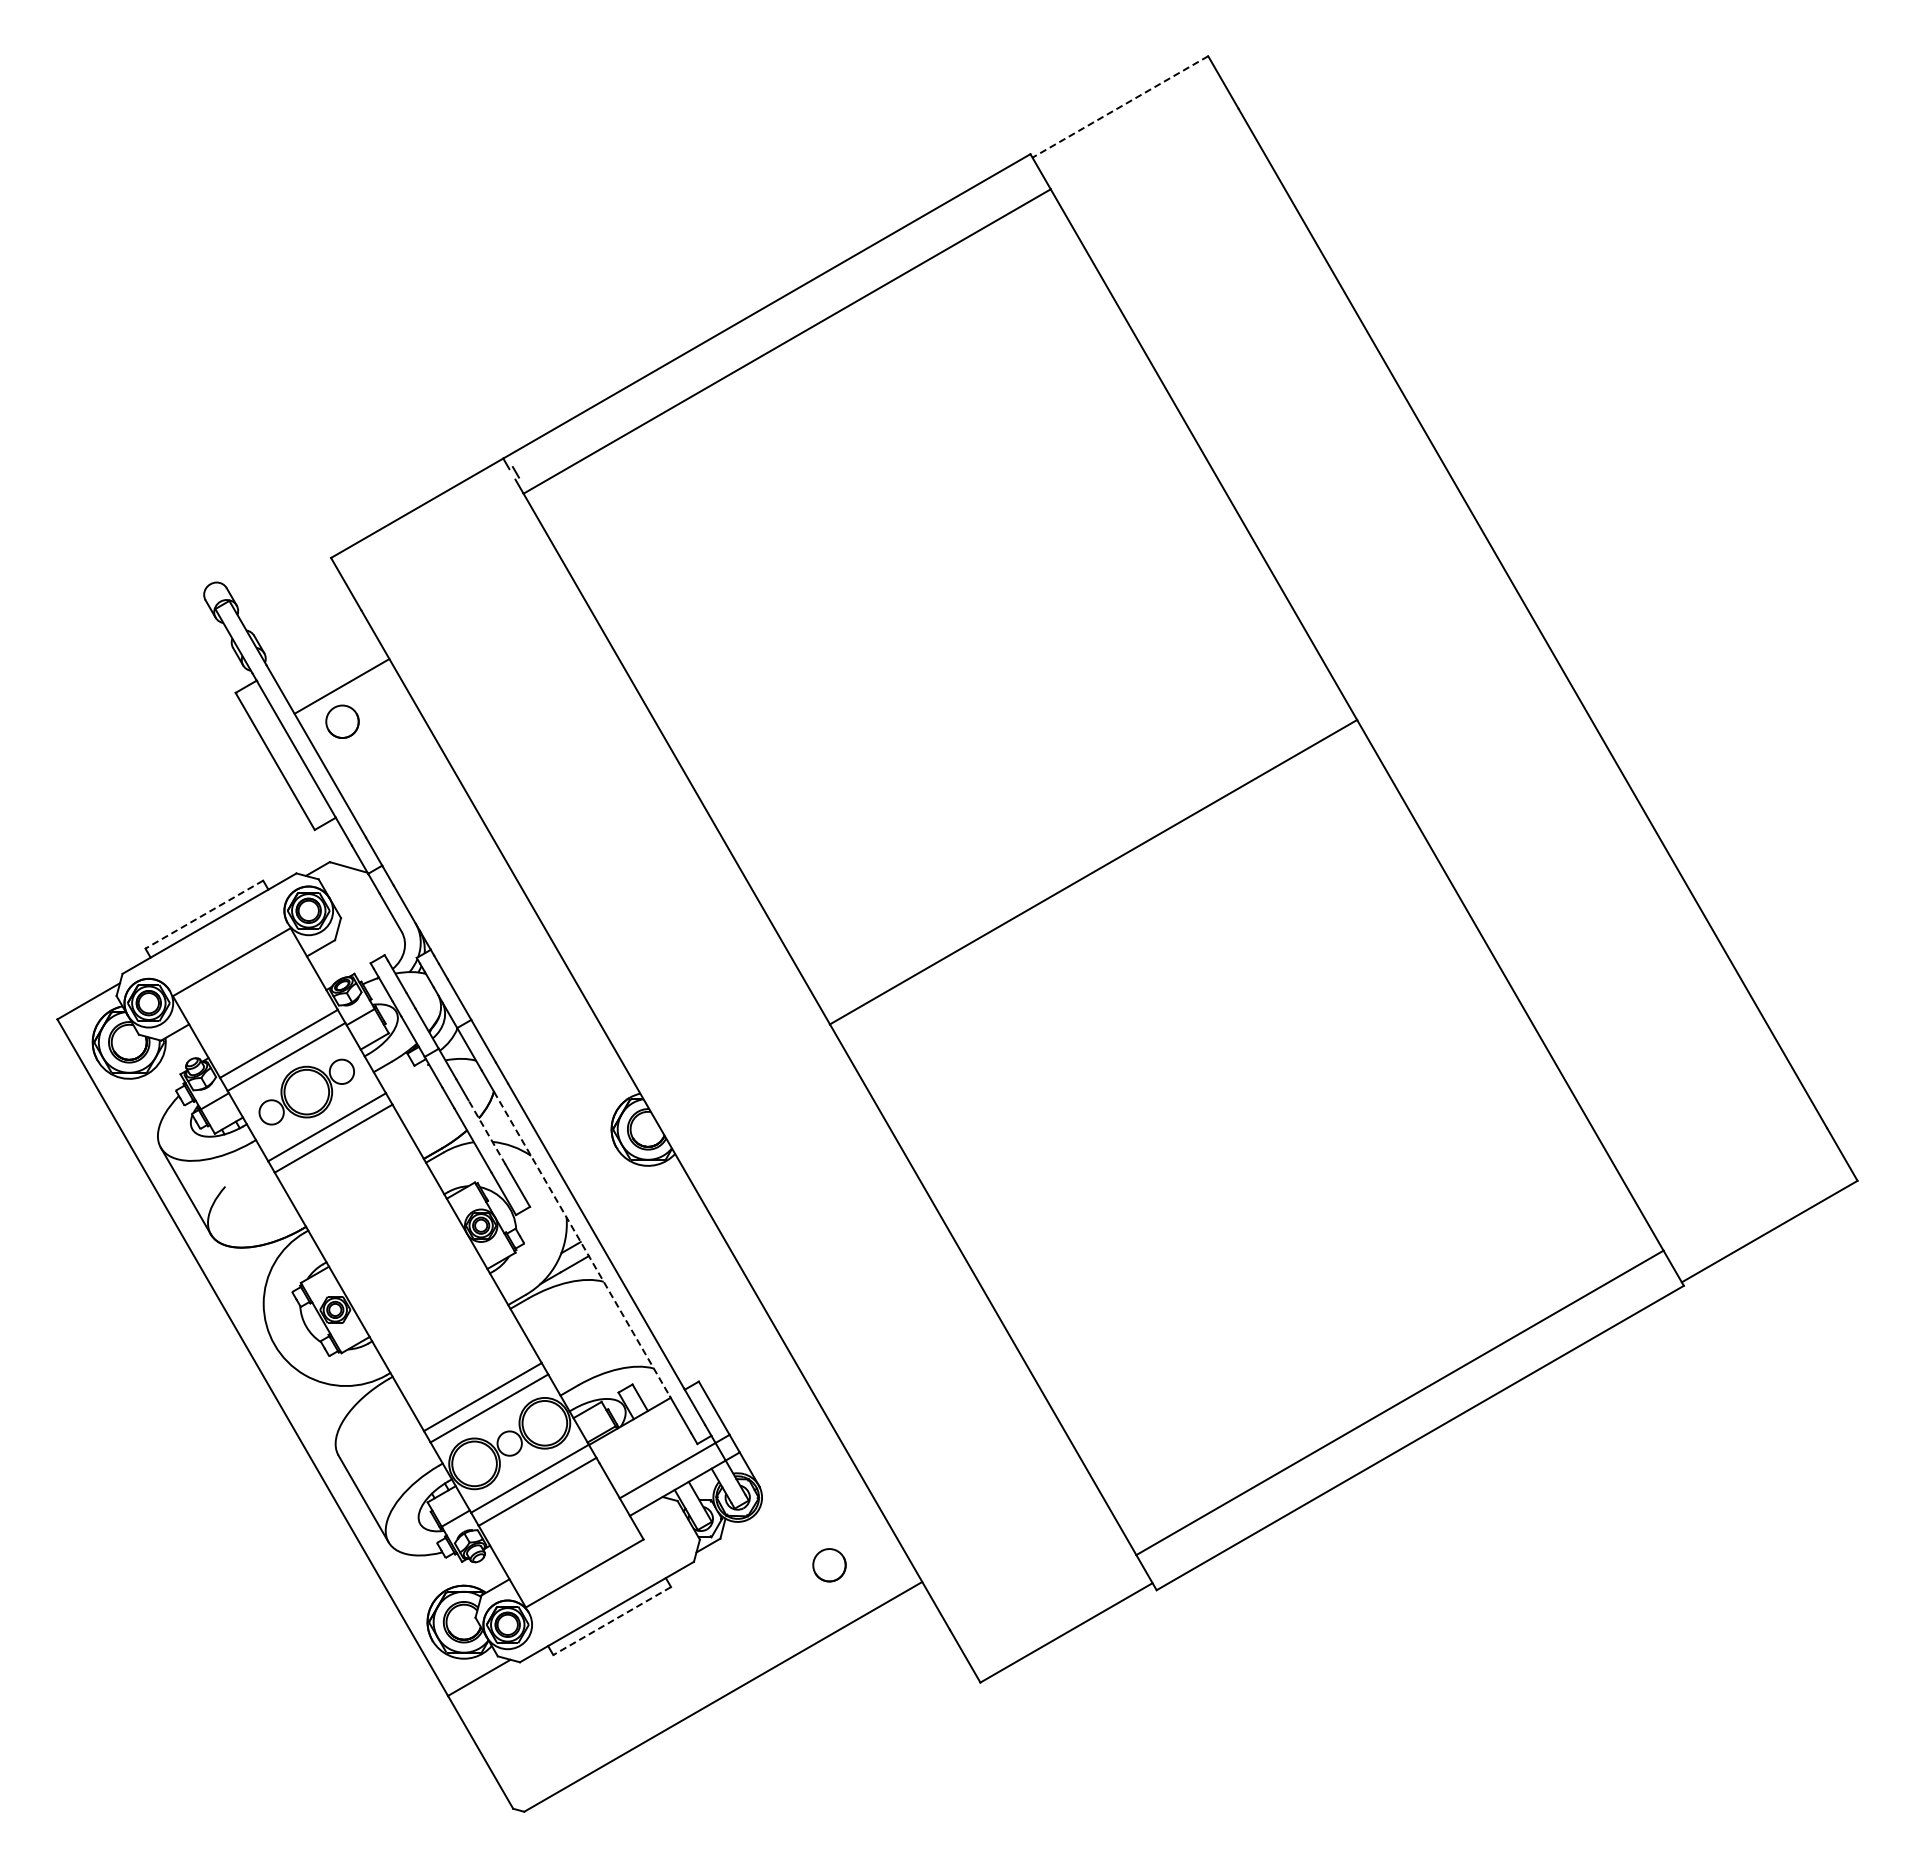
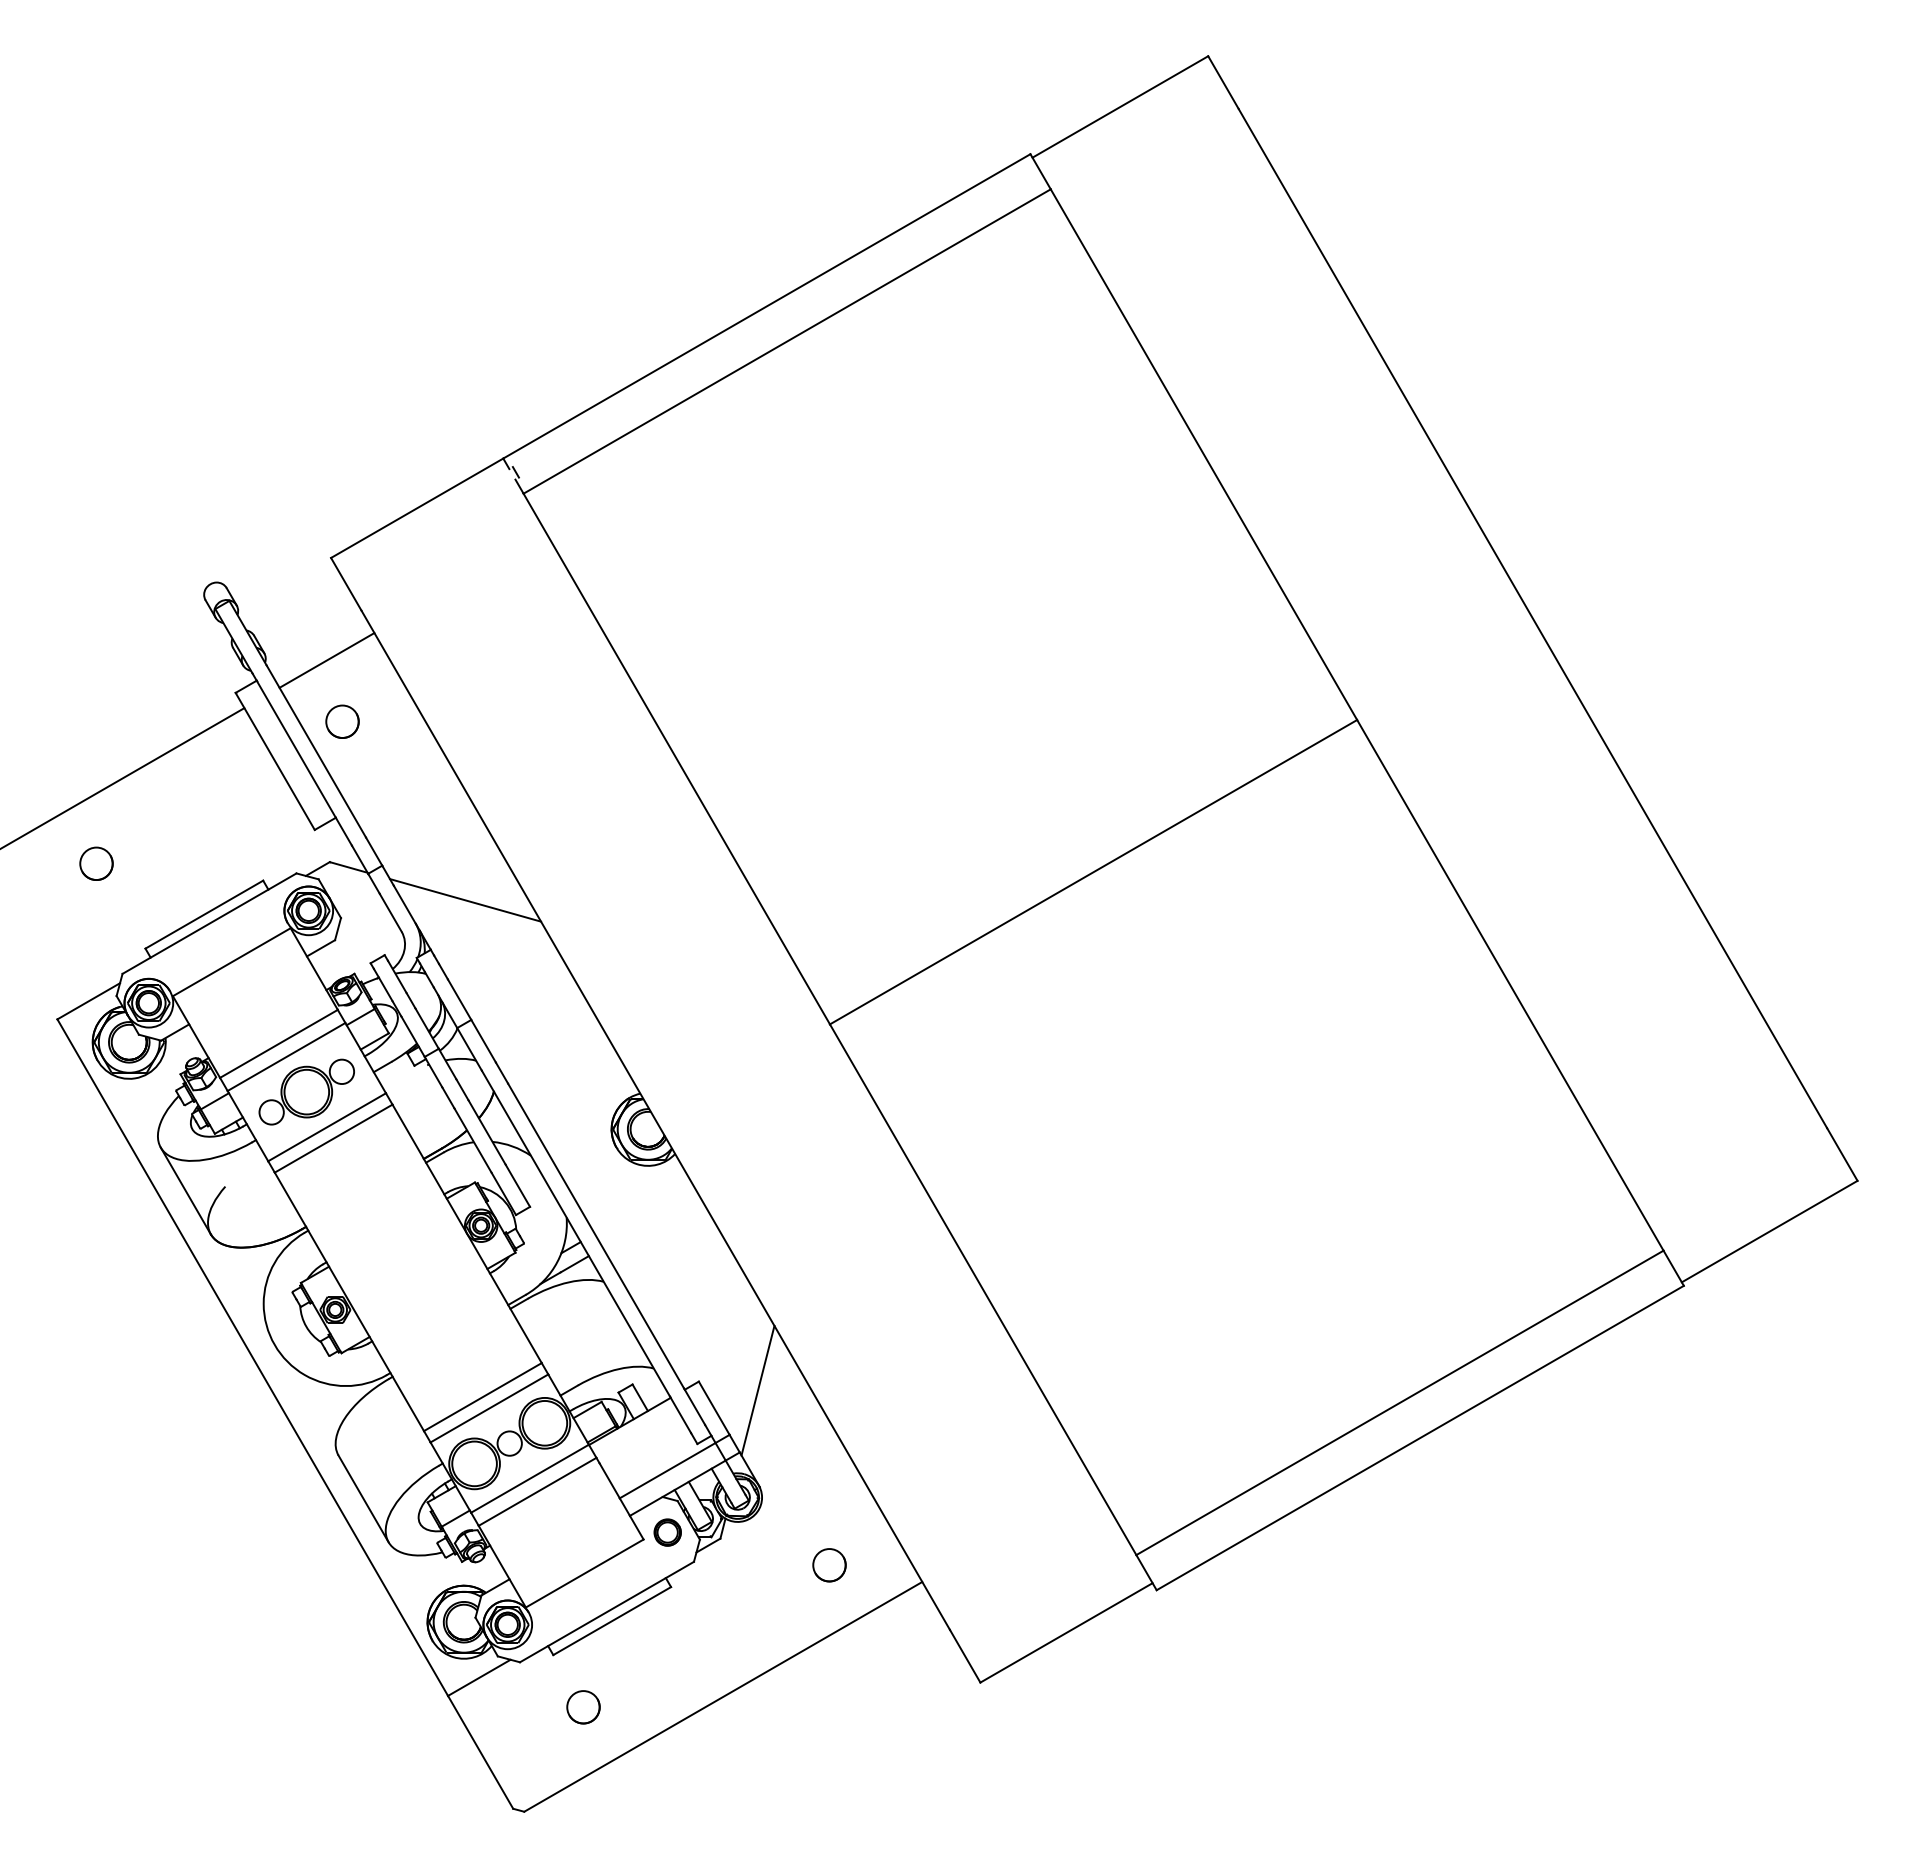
line at (1119, 107): dashed -> solid
line at (341, 686) position: (341, 686) -> (326, 660)
line at (123, 777): none -> present
circle at (96, 863): none -> present
line at (465, 900): none -> present
line at (204, 914): dashed -> solid
line at (486, 1132): dashed -> solid
line at (582, 1244): dashed -> solid
line at (757, 1390): none -> present
part at (667, 1532): none -> present
line at (612, 1621): dashed -> solid
circle at (583, 1707): none -> present
